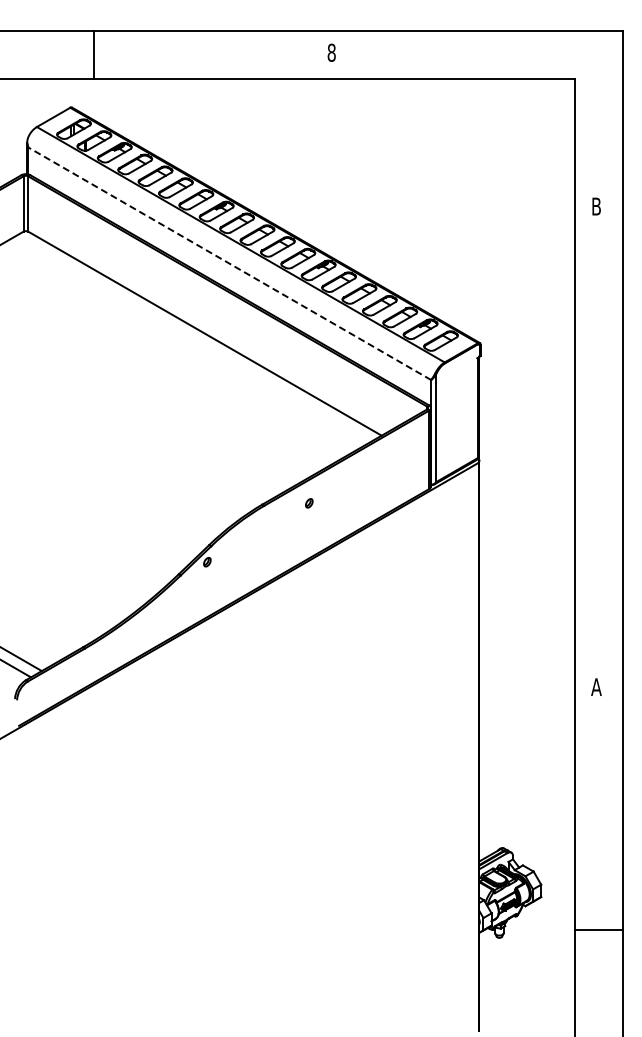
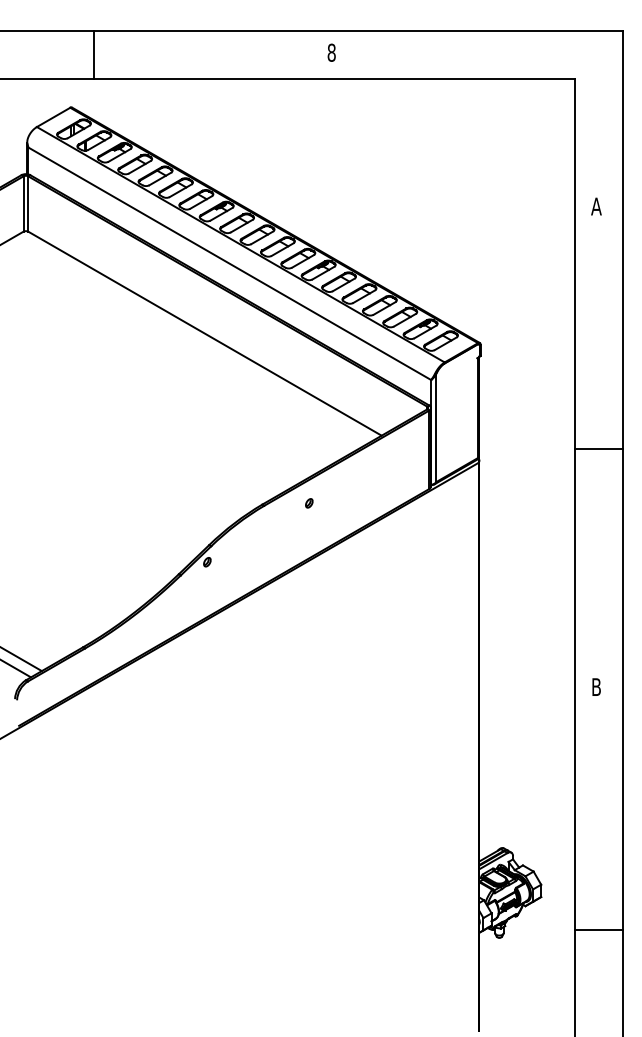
text at (596, 206): B -> A
line at (229, 263): dashed -> solid
line at (598, 449): none -> present
text at (596, 686): A -> B
